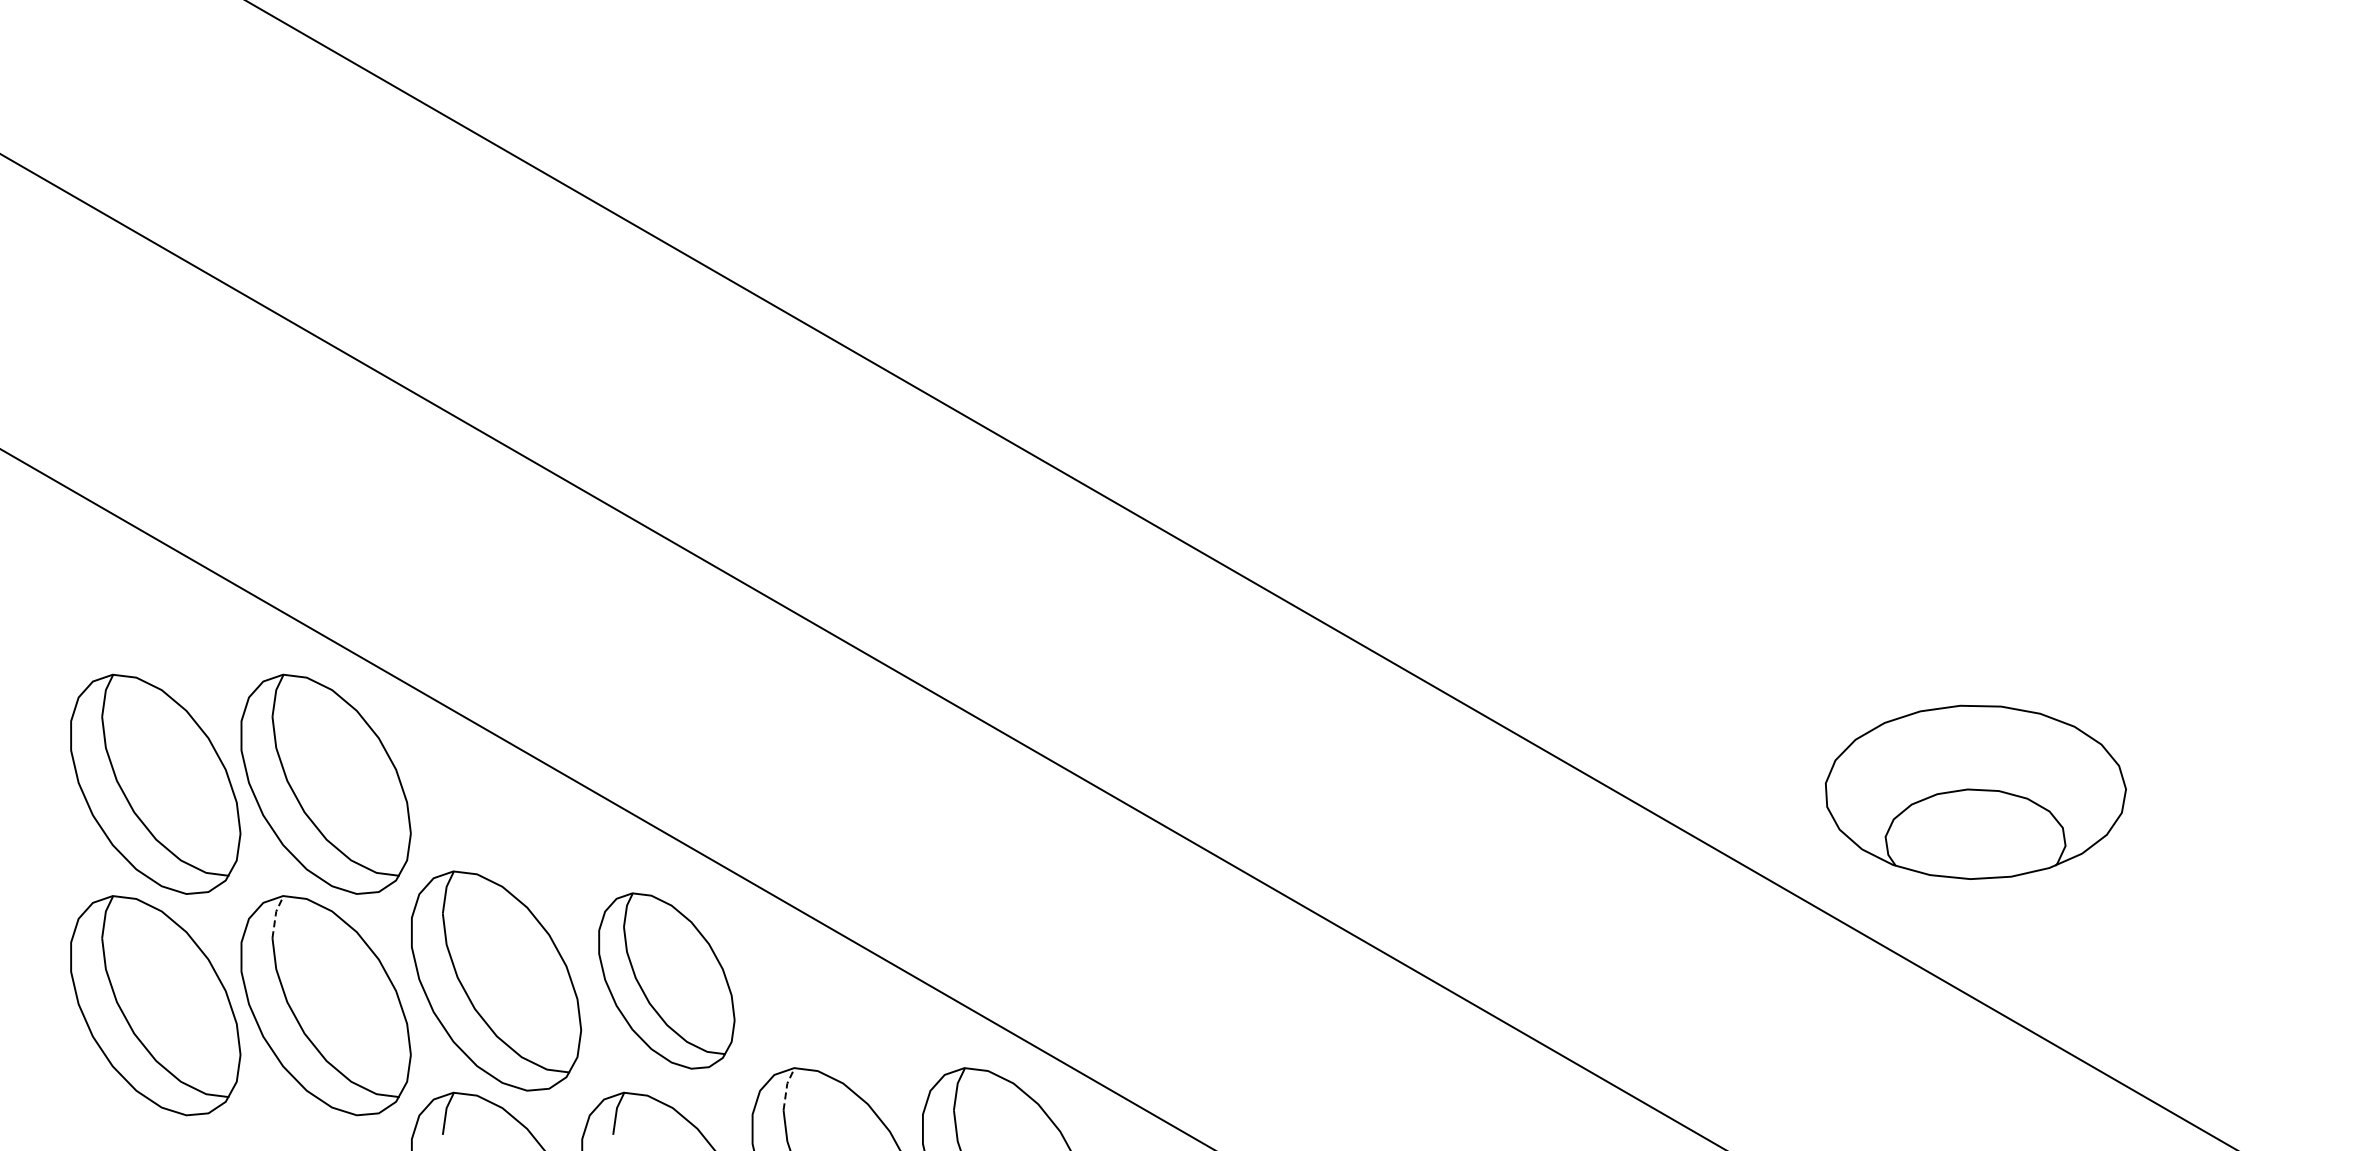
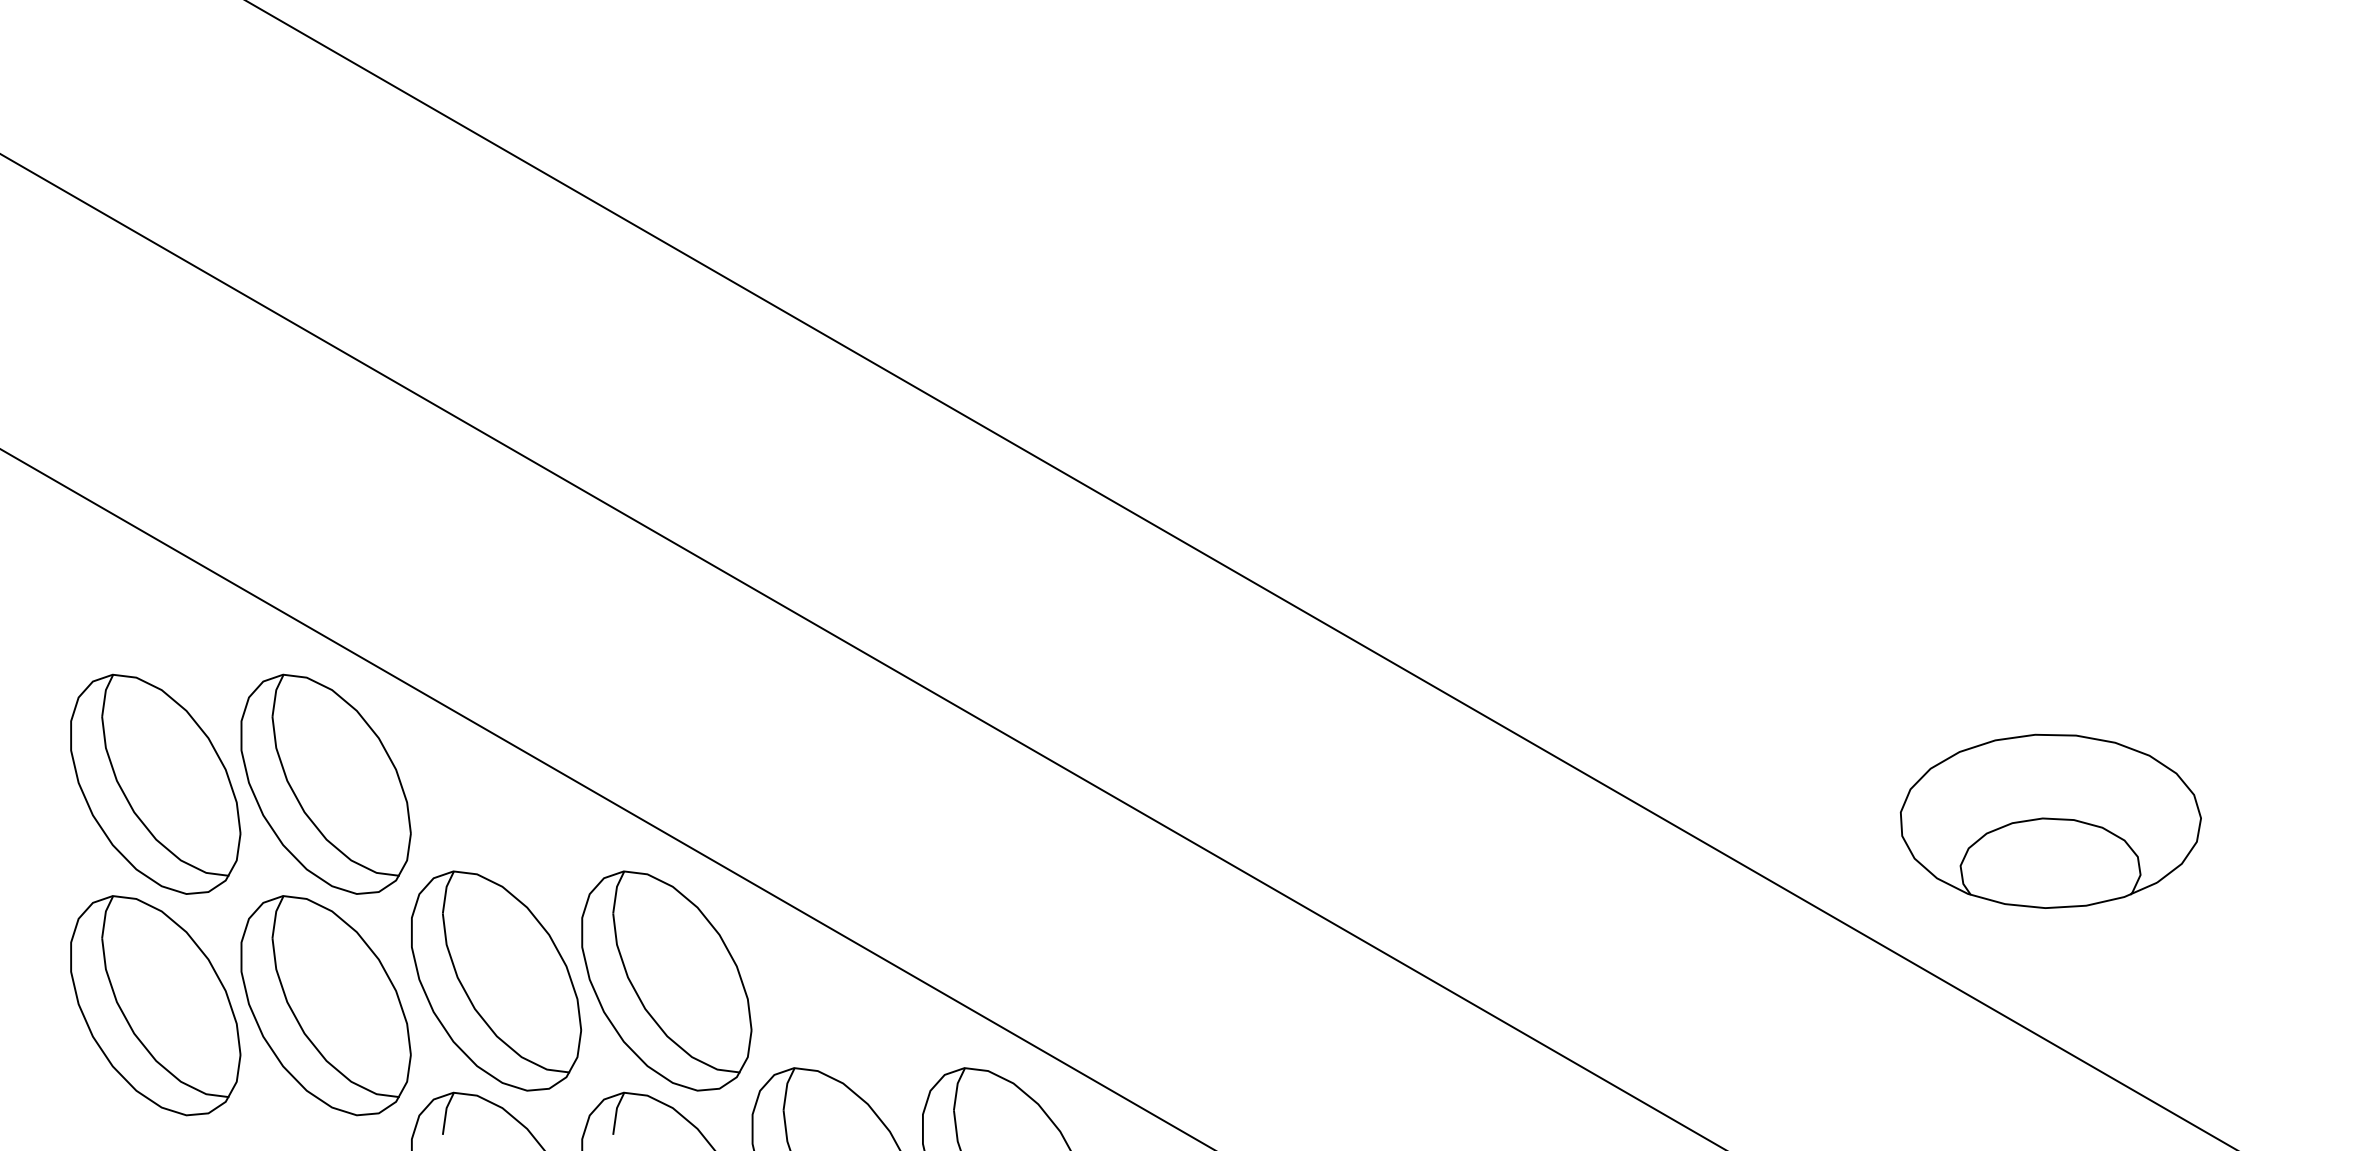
part at (1975, 791) position: (1975, 791) -> (2050, 820)
line at (275, 915): dashed -> solid
part at (666, 980) size: 138x178 px -> 172x222 px
line at (786, 1087): dashed -> solid
